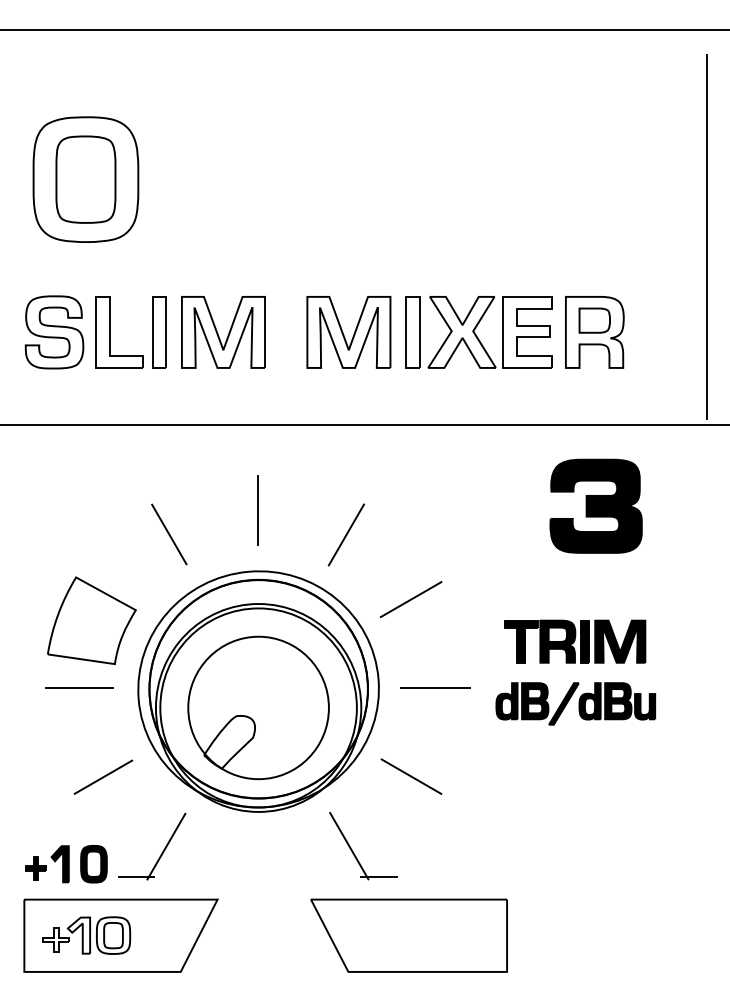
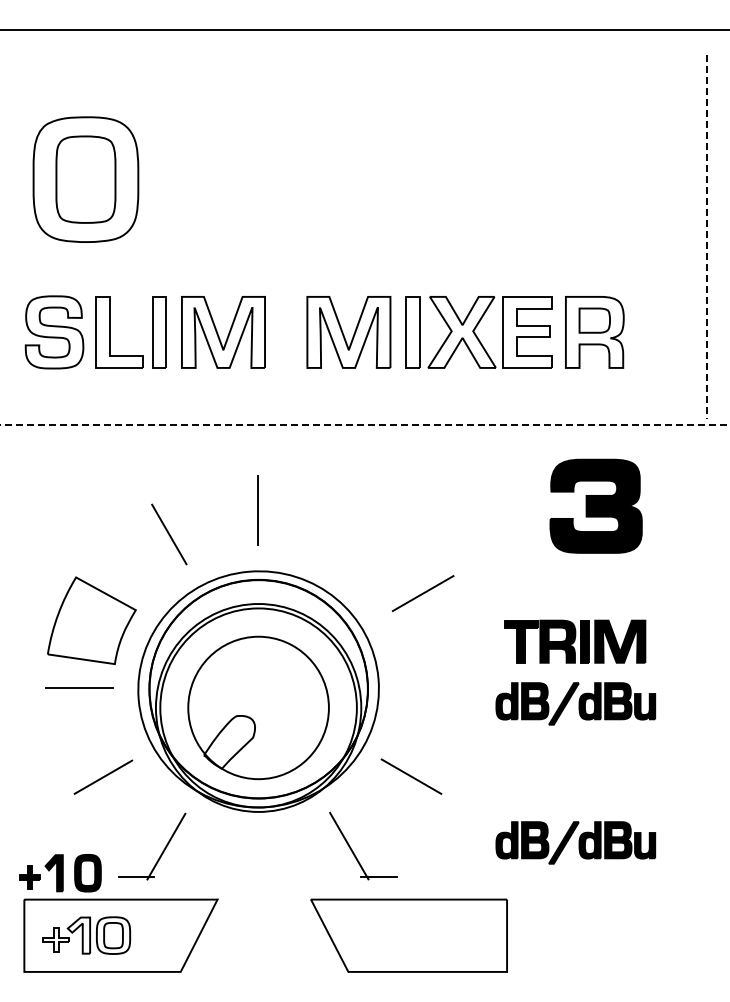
line at (706, 237): solid -> dashed
line at (365, 424): solid -> dashed
line at (345, 534): present -> none
line at (410, 599) position: (410, 599) -> (422, 593)
line at (434, 687): present -> none
part at (575, 842): none -> present
part at (66, 864) position: (66, 864) -> (60, 873)
